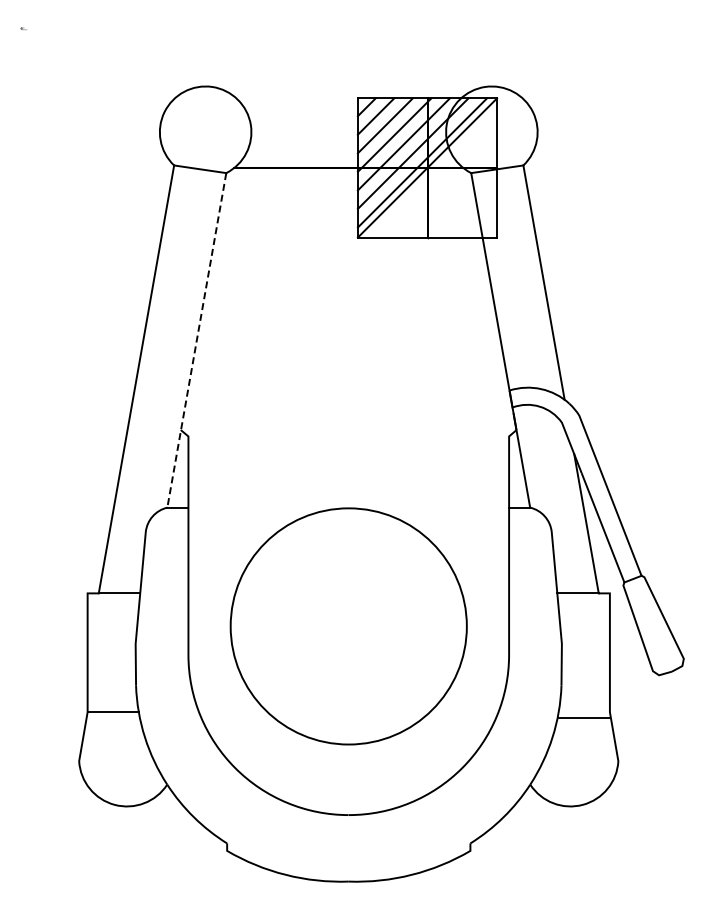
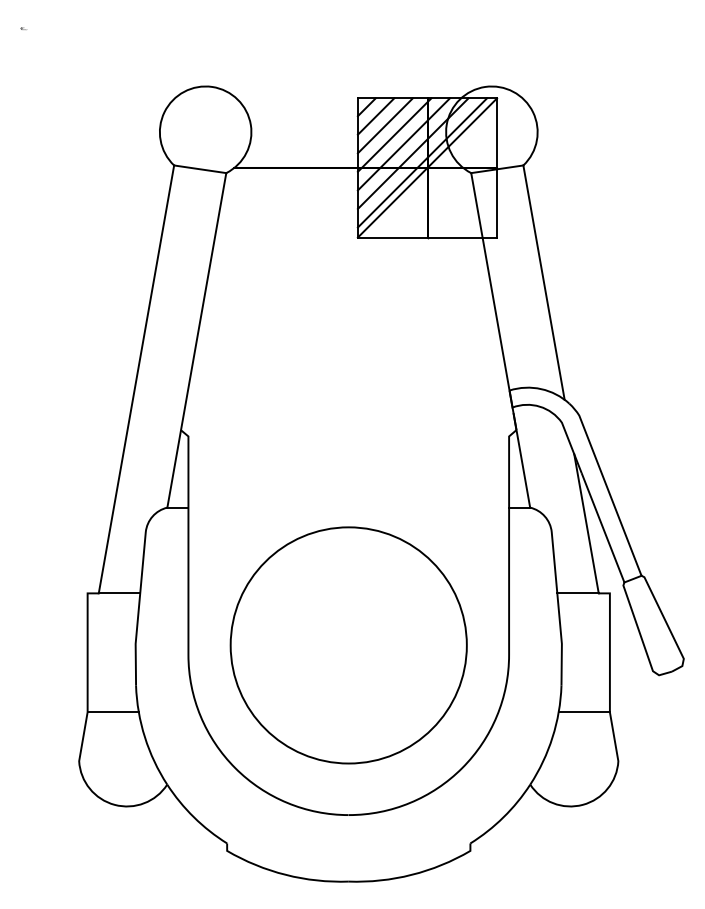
line at (196, 340): dashed -> solid
circle at (348, 626) position: (348, 626) -> (348, 645)
line at (583, 718) position: (583, 718) -> (583, 712)
